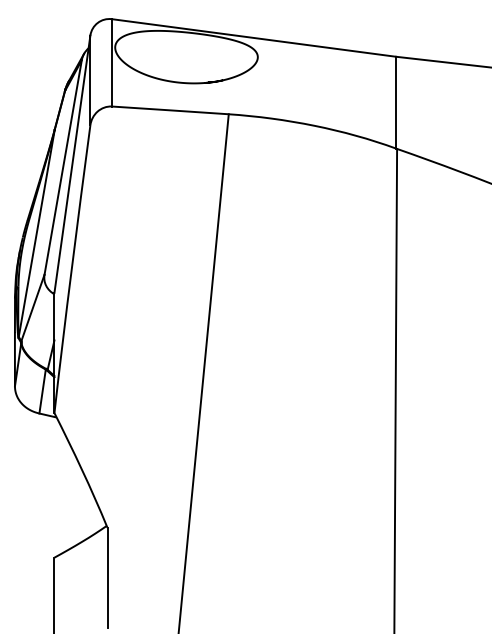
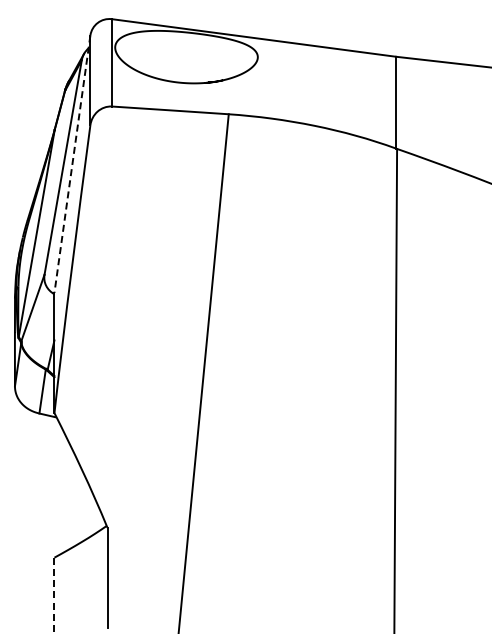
line at (72, 164): solid -> dashed
line at (54, 595): solid -> dashed
